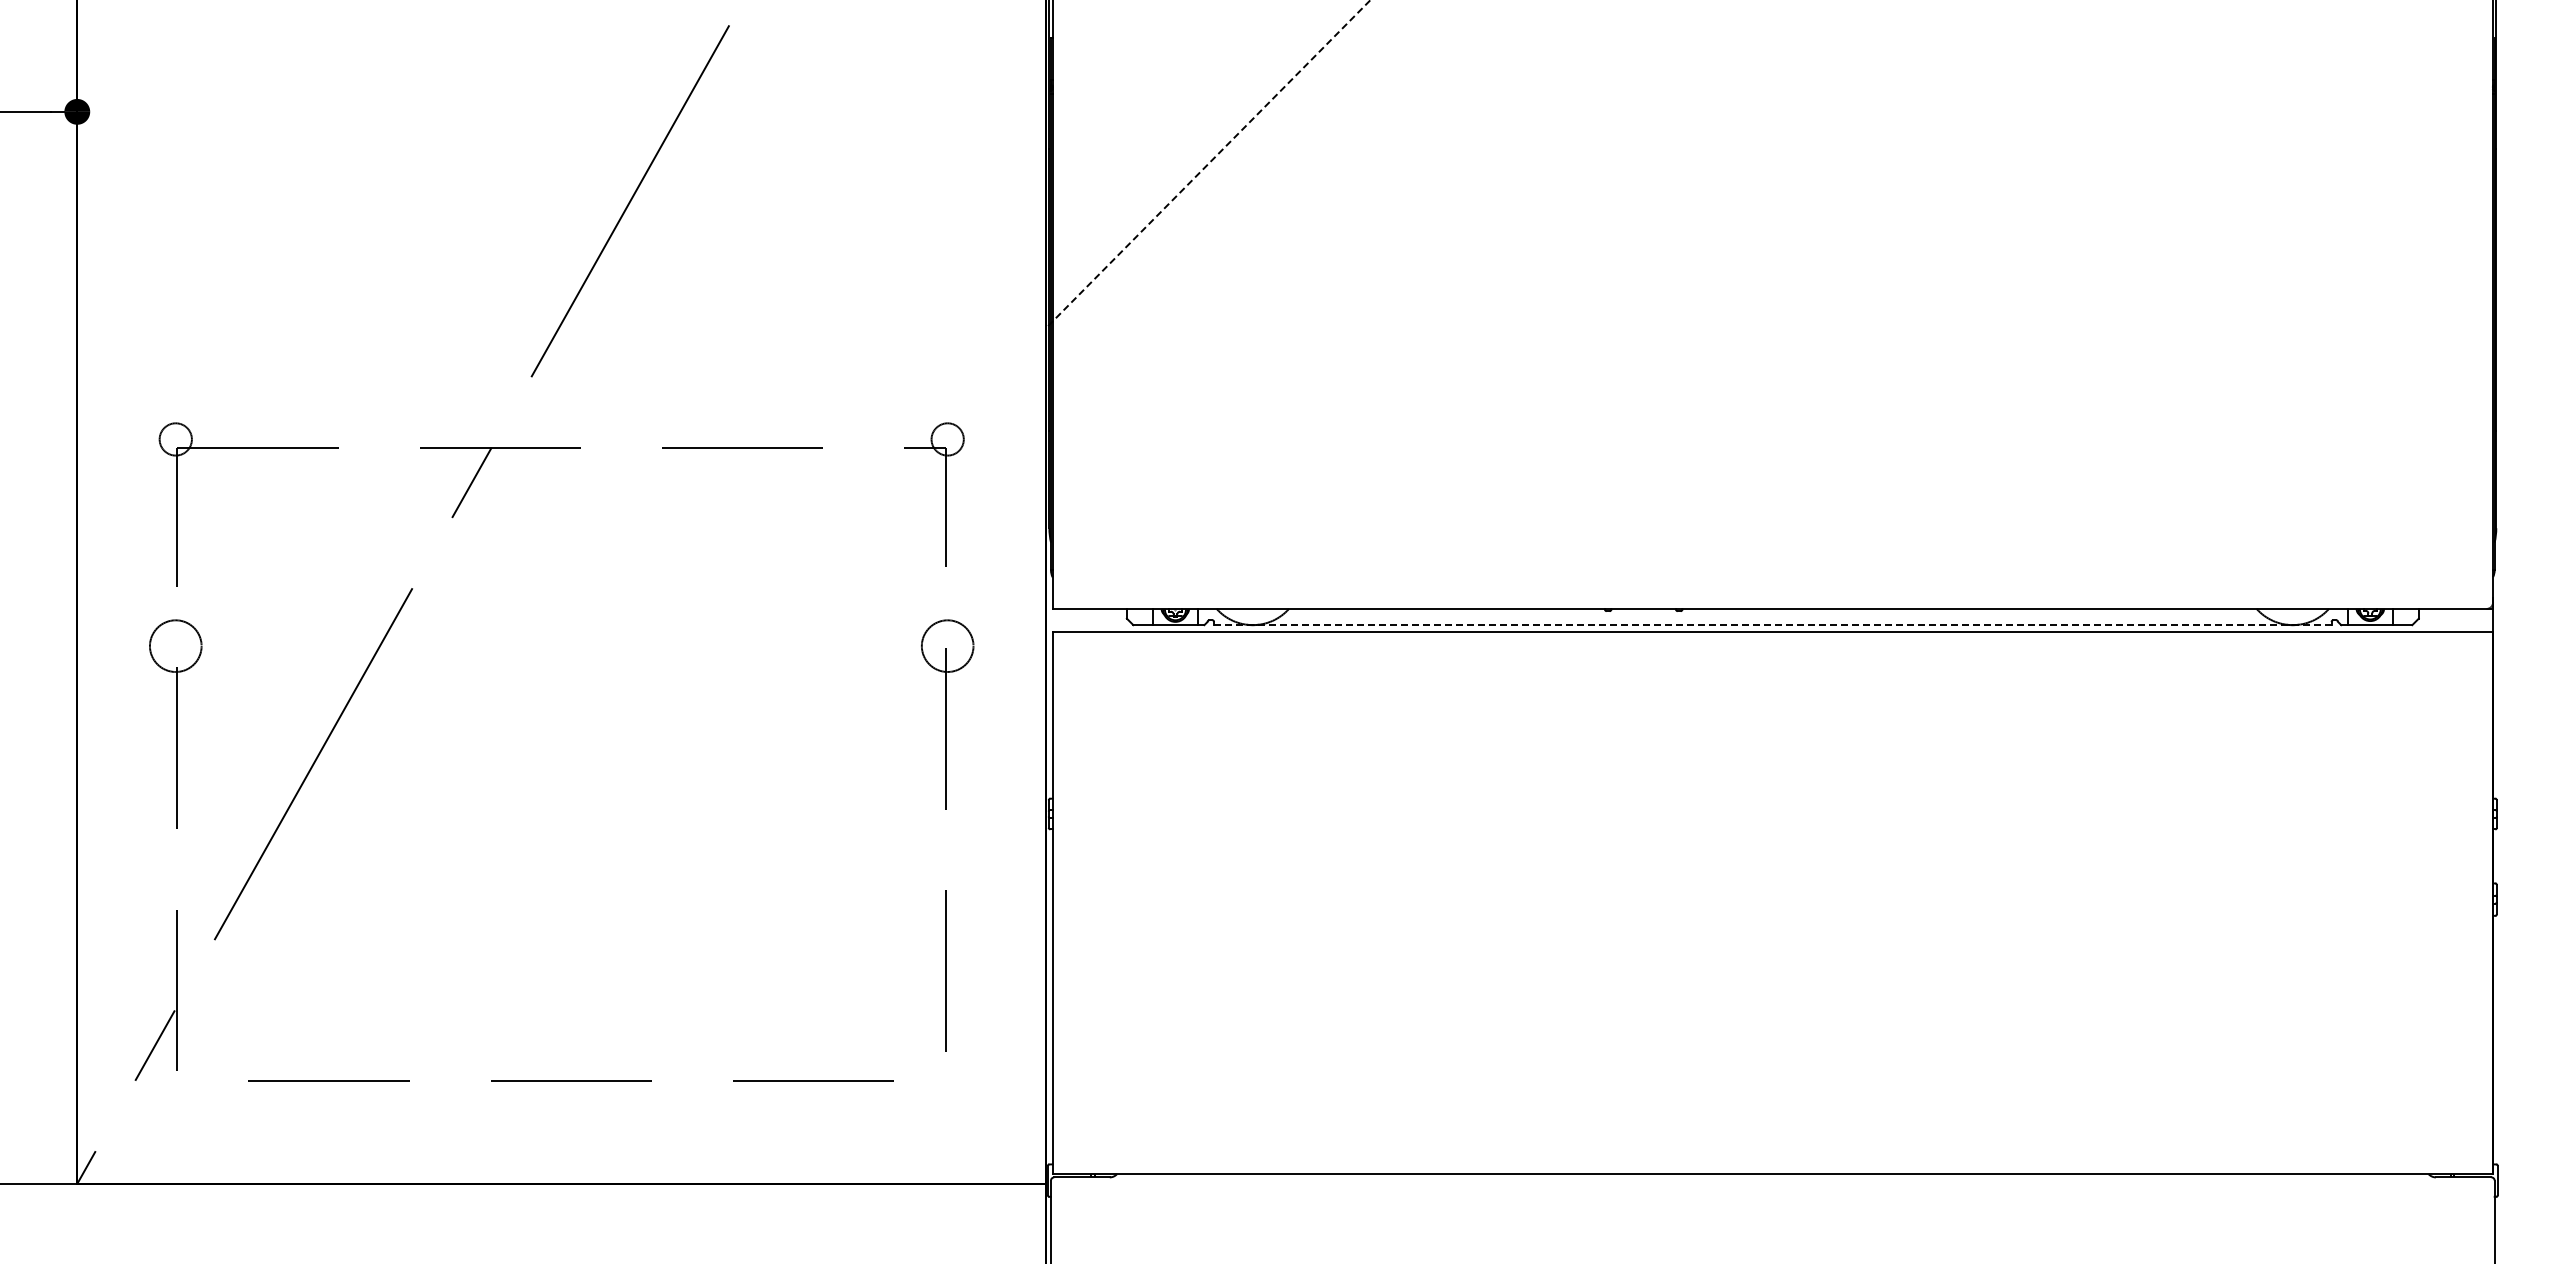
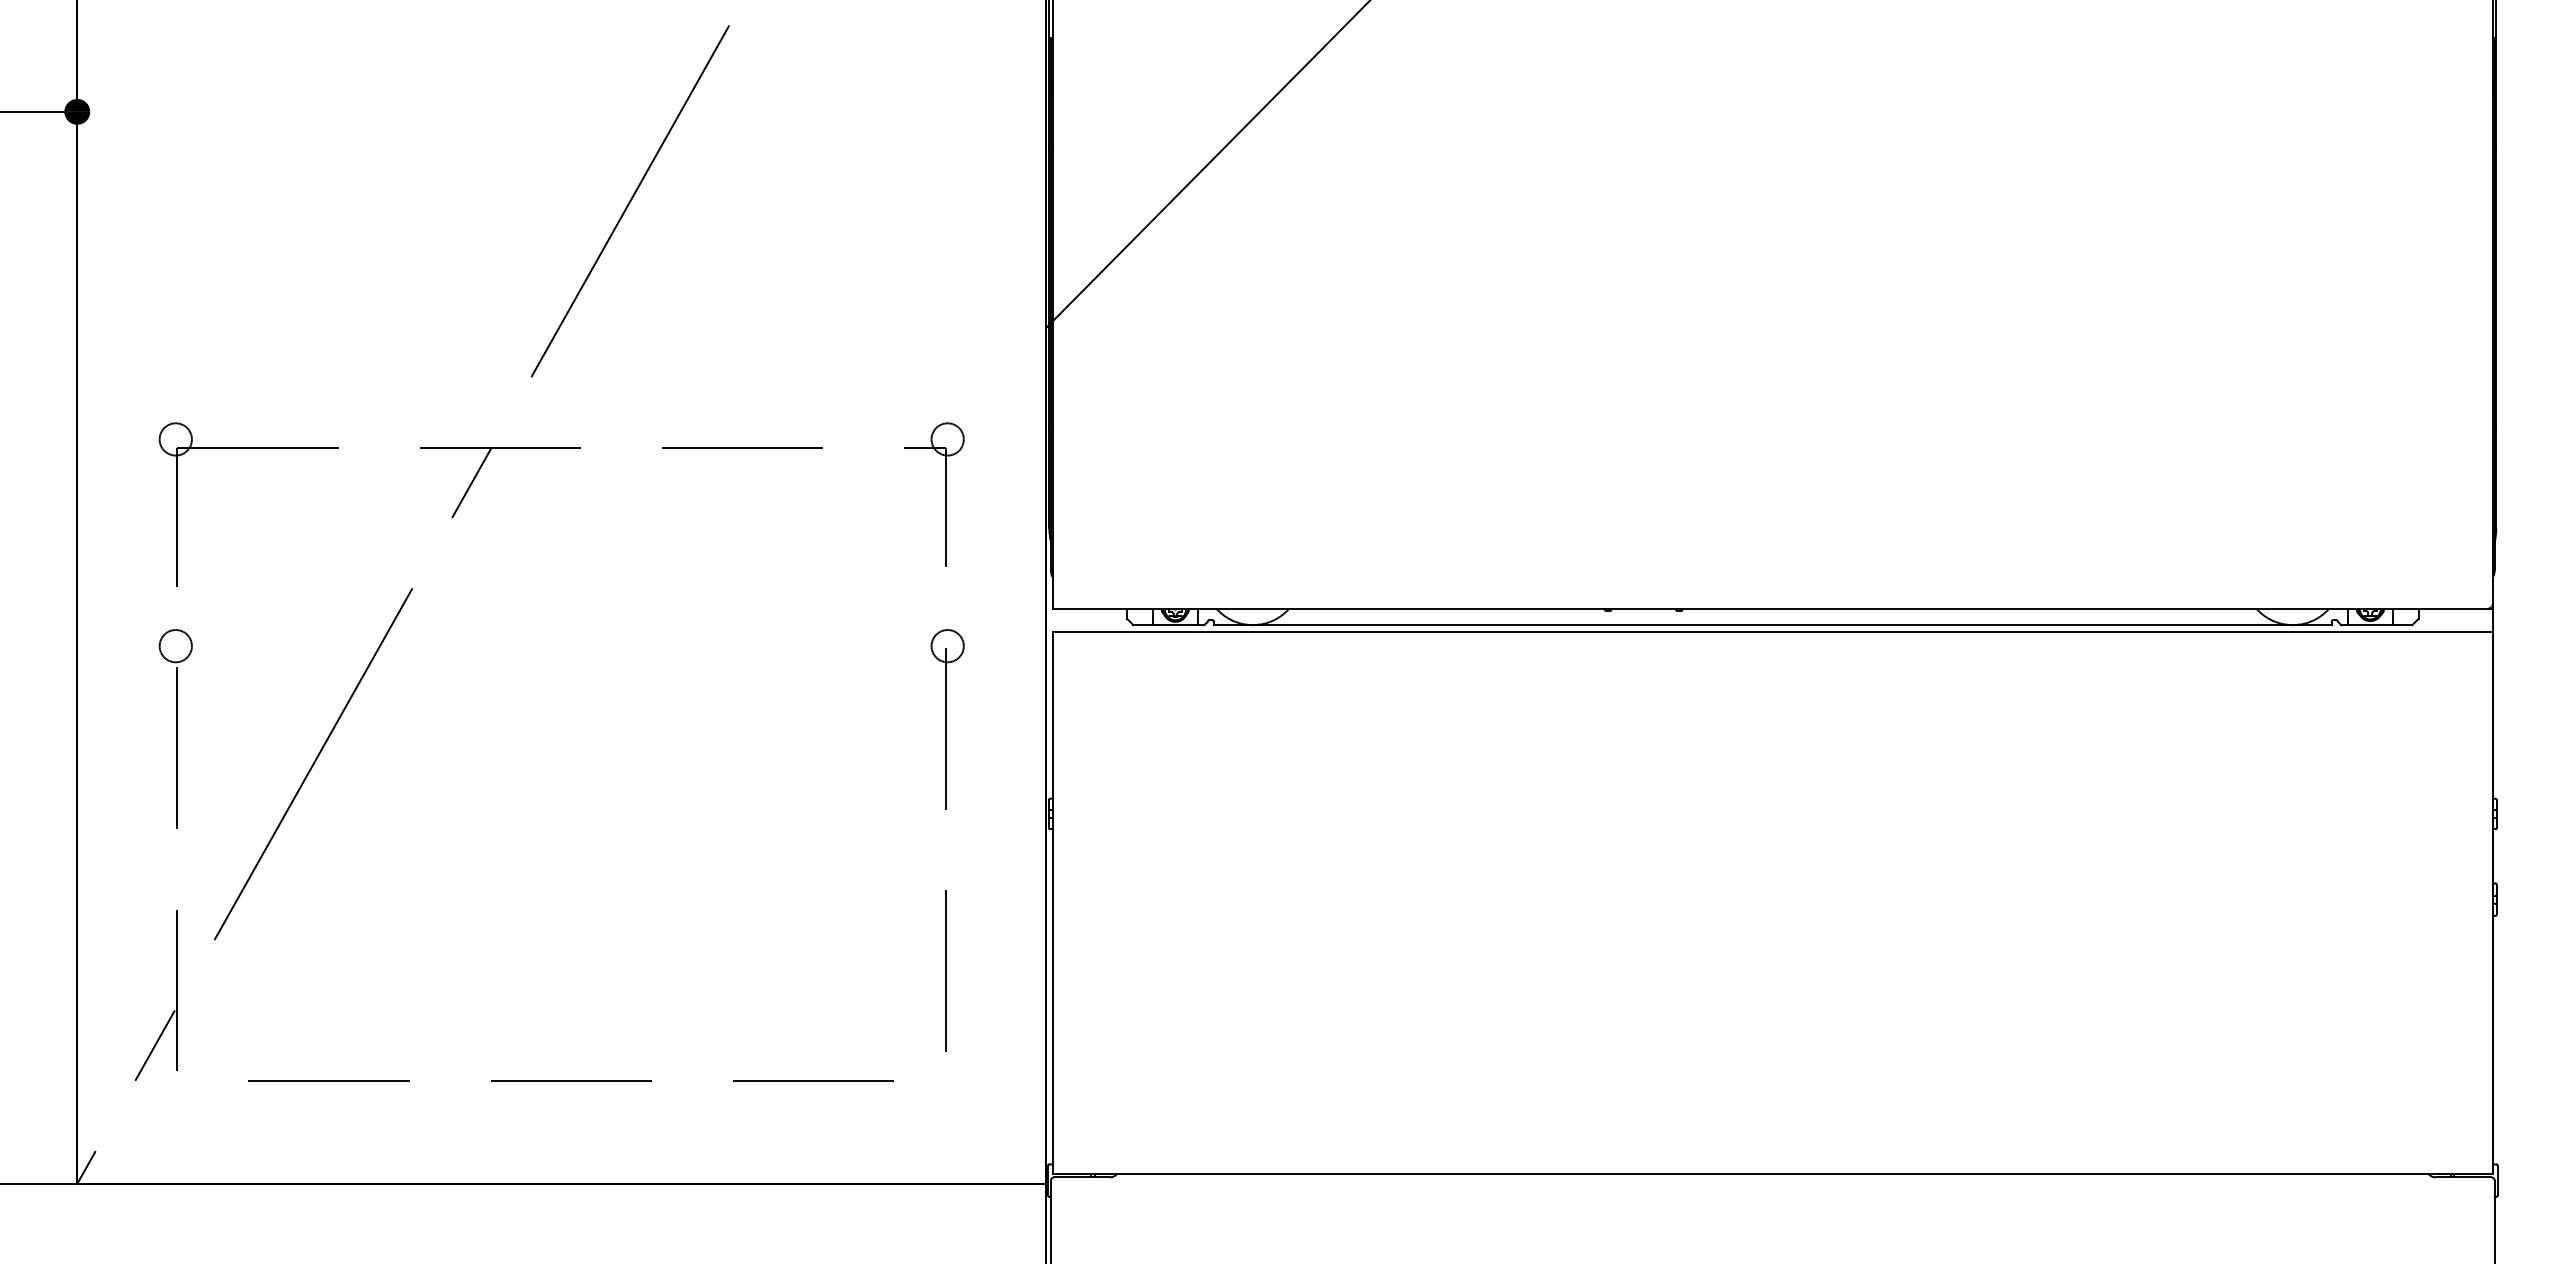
line at (1207, 164): dashed -> solid
line at (1772, 625): dashed -> solid
circle at (175, 645) diameter: 52 px -> 32 px
circle at (947, 645) diameter: 52 px -> 32 px
